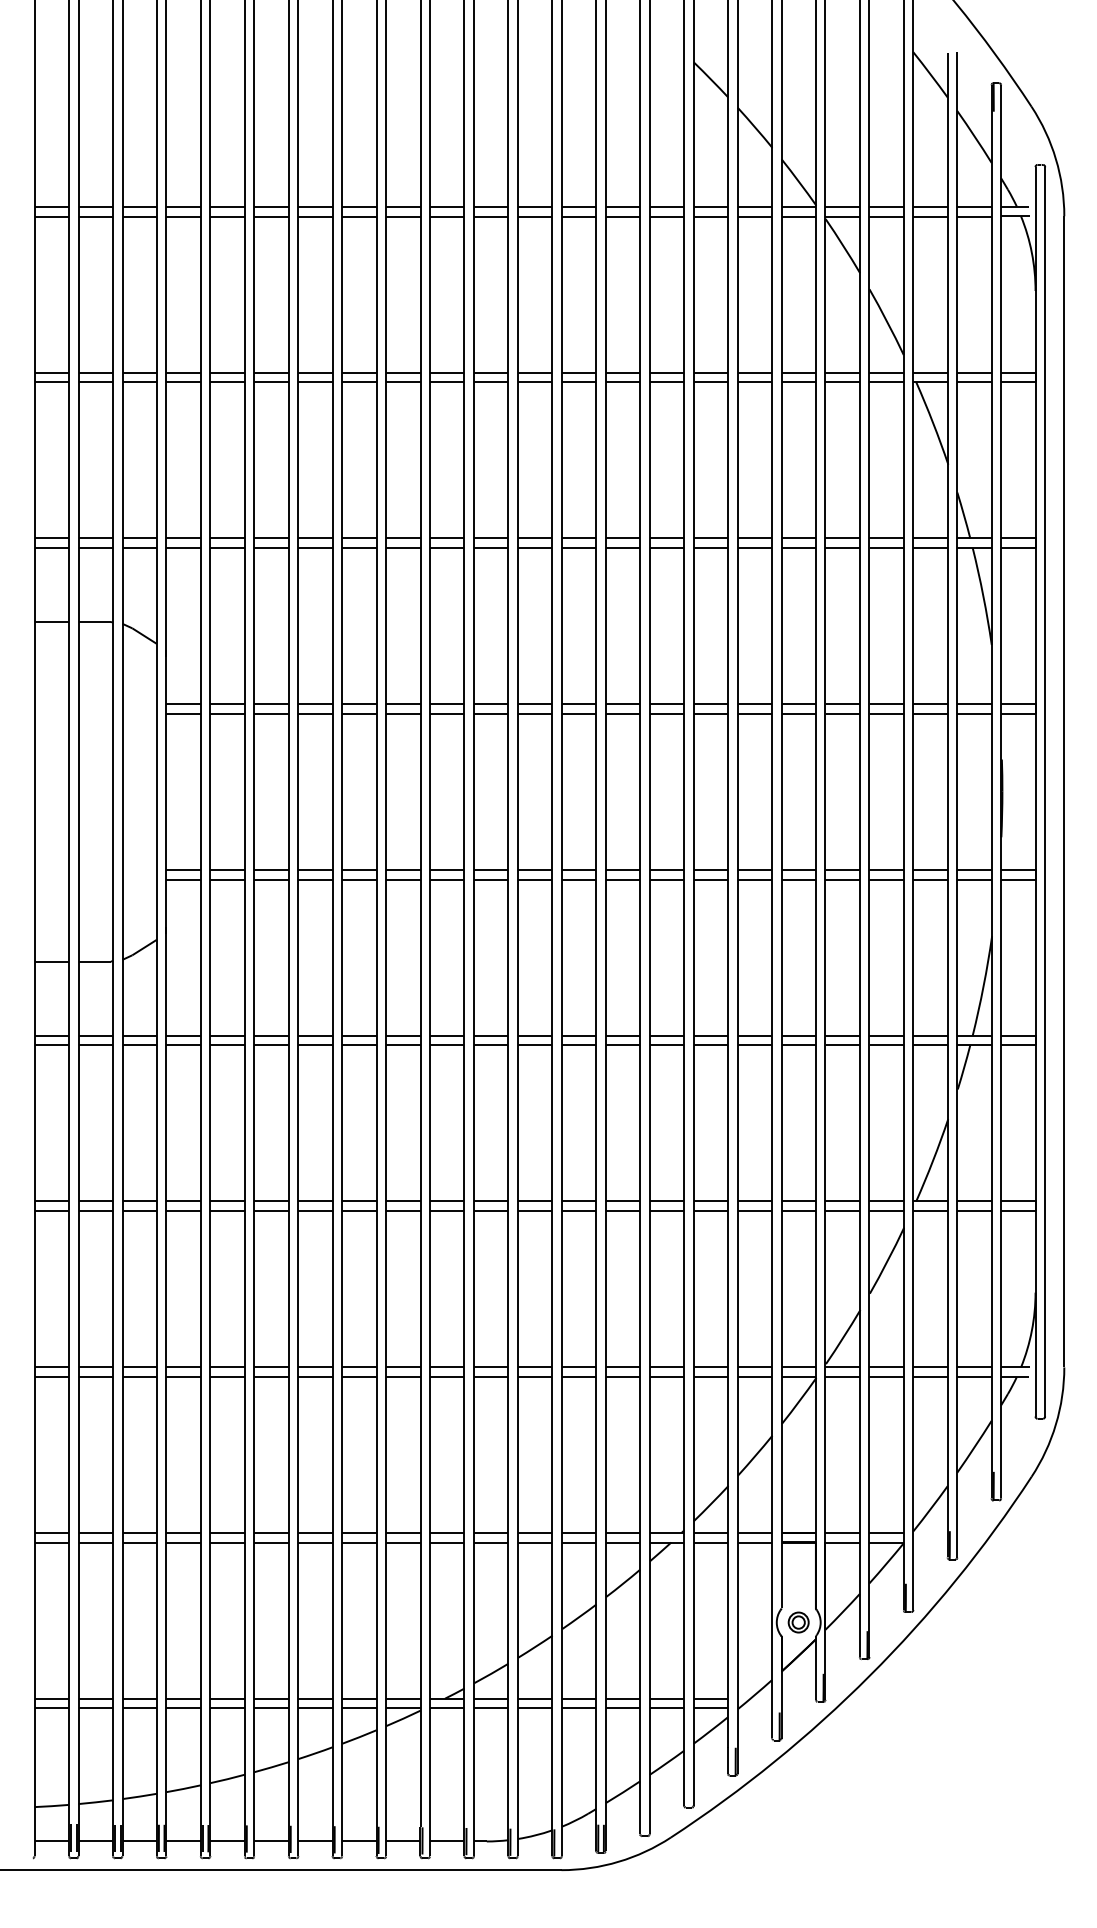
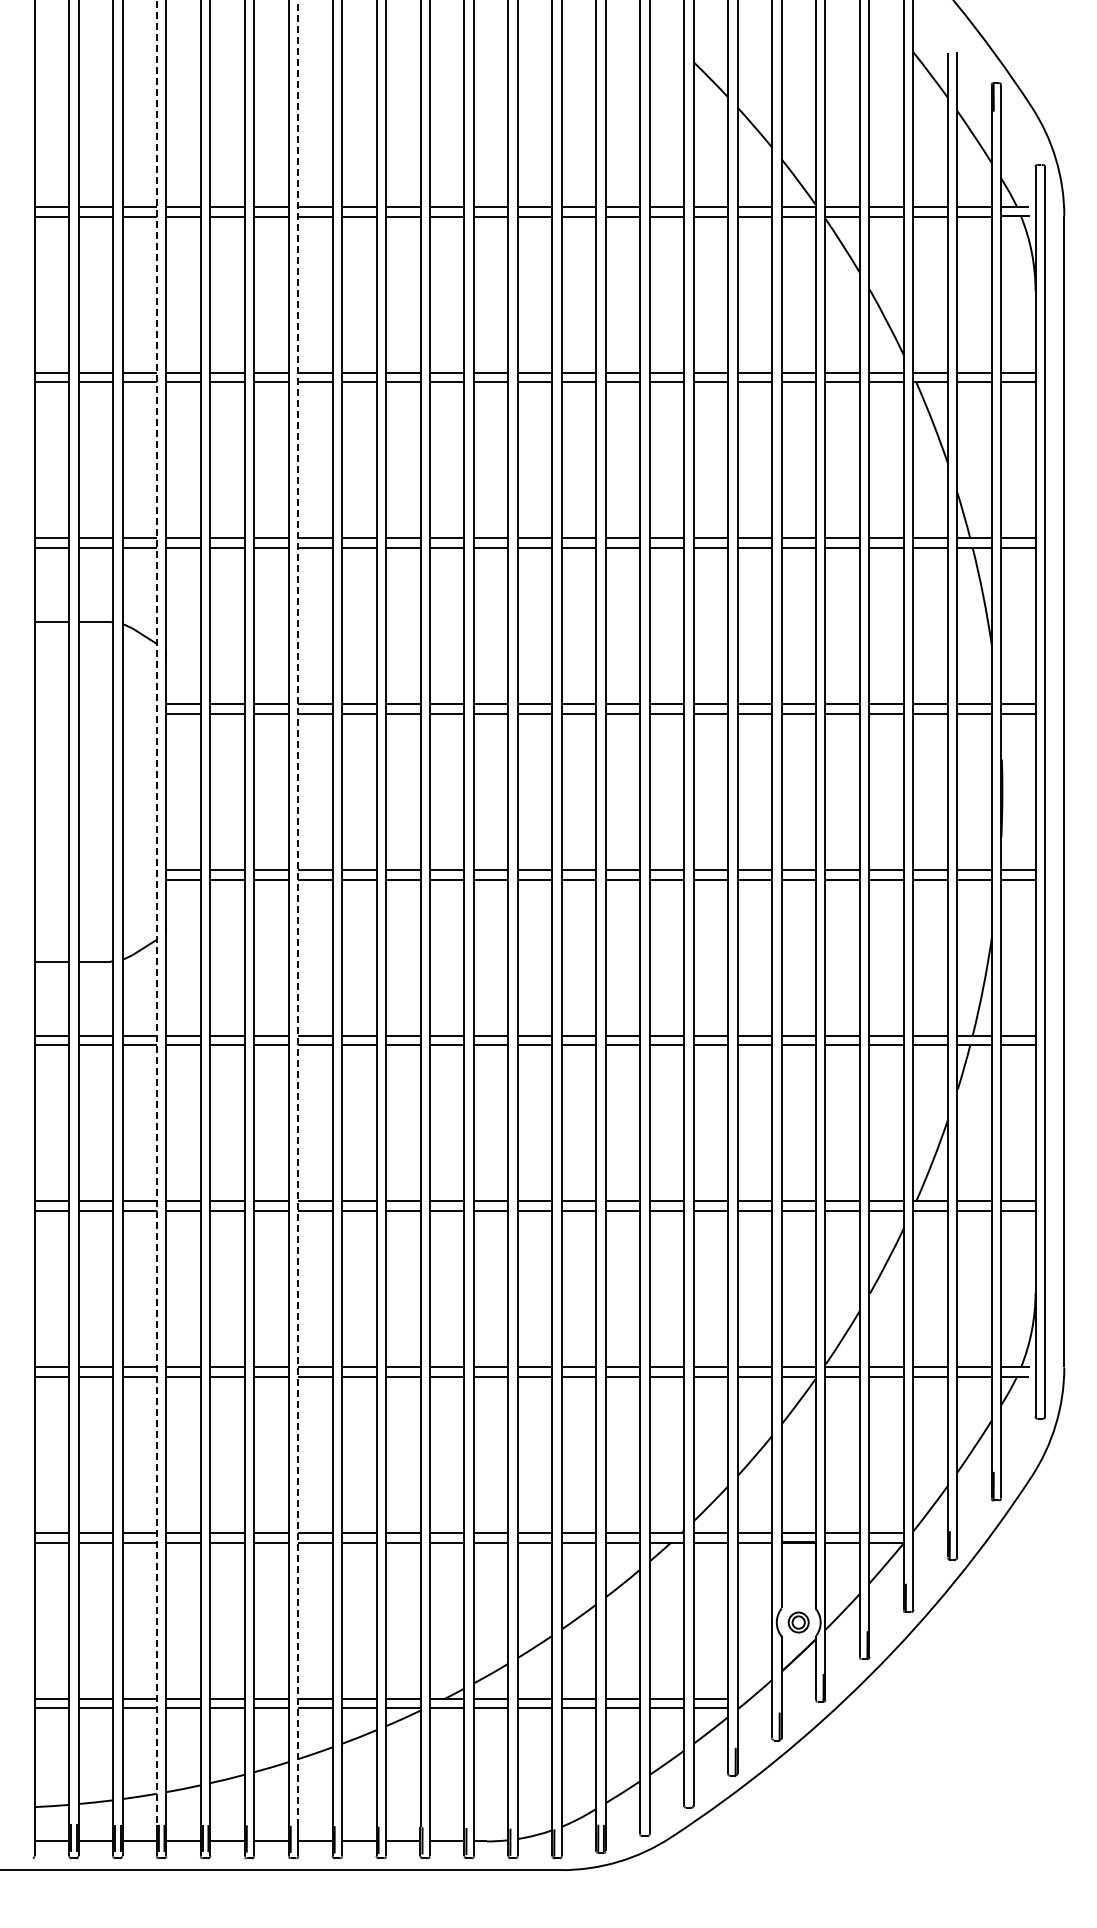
line at (156, 912): solid -> dashed
line at (298, 912): solid -> dashed
